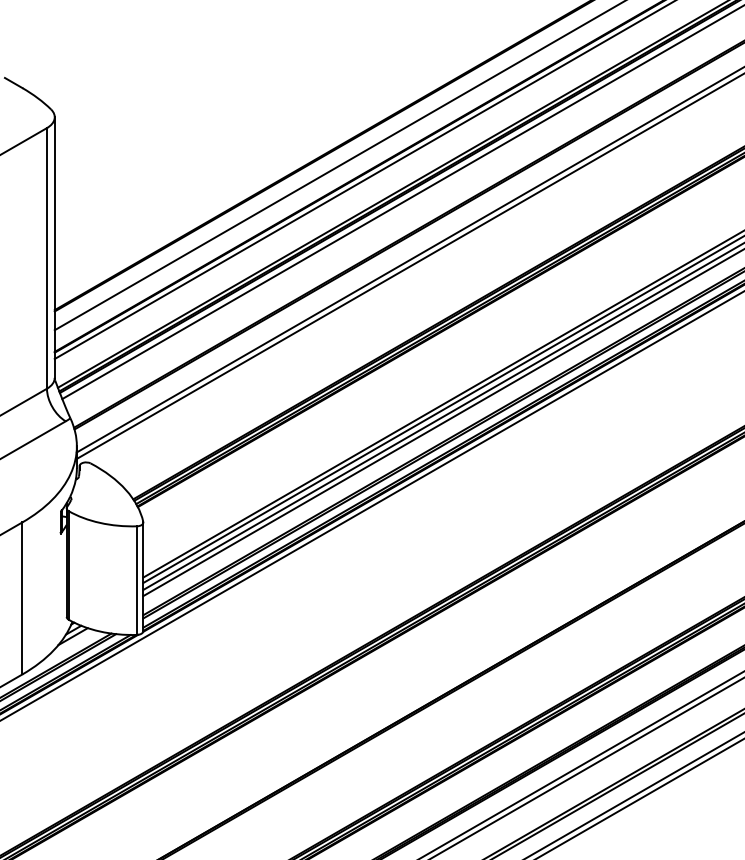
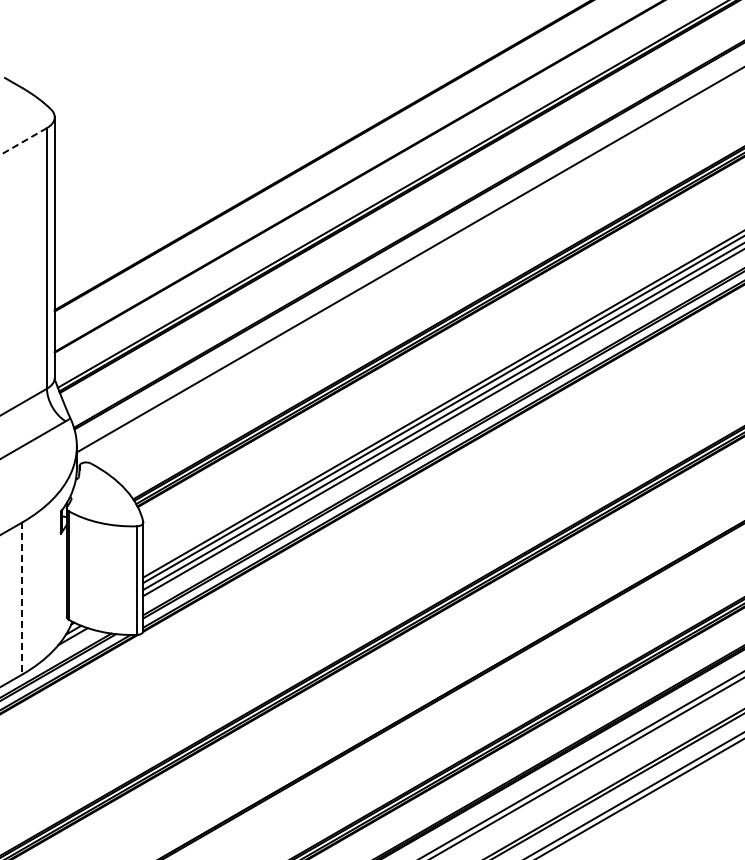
line at (23, 141): solid -> dashed
line at (338, 166): present -> none
line at (363, 180): present -> none
line at (401, 203): present -> none
line at (408, 266): present -> none
line at (371, 506): present -> none
line at (22, 598): solid -> dashed
